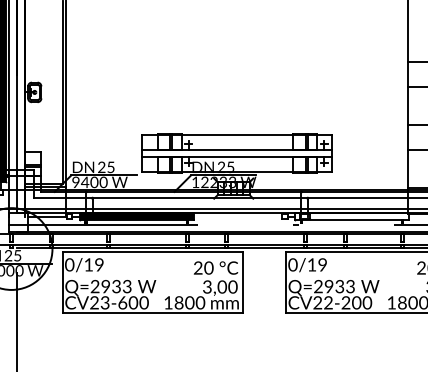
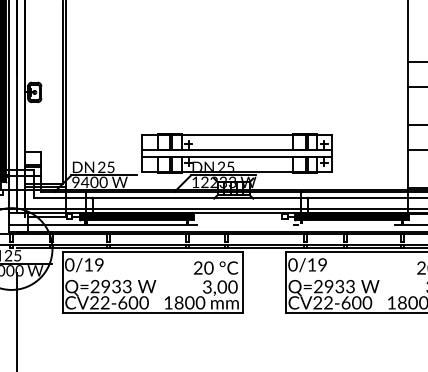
fill at (351, 216): none -> present
text at (345, 302): CV22-200 -> CV22-600
text at (104, 304): CV23-600 -> CV22-600
